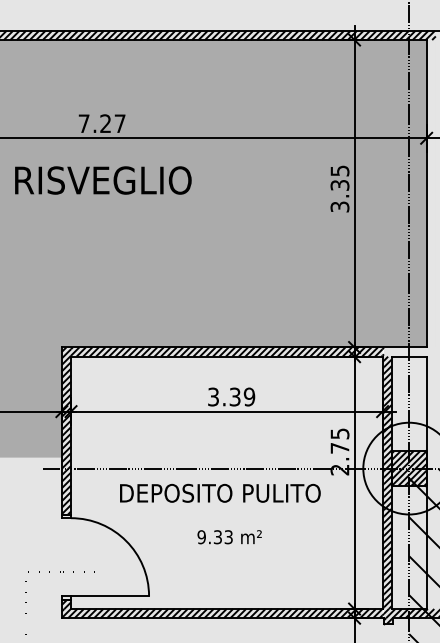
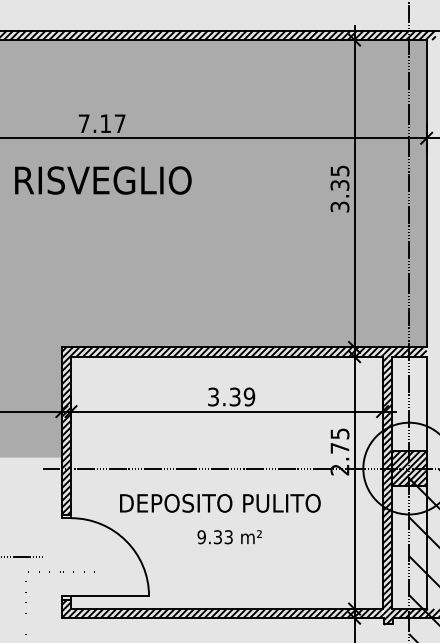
text at (105, 123): 7.27 -> 7.17
hatch at (404, 351): none -> present
text at (220, 492) position: (220, 492) -> (220, 502)
line at (22, 556): none -> present
